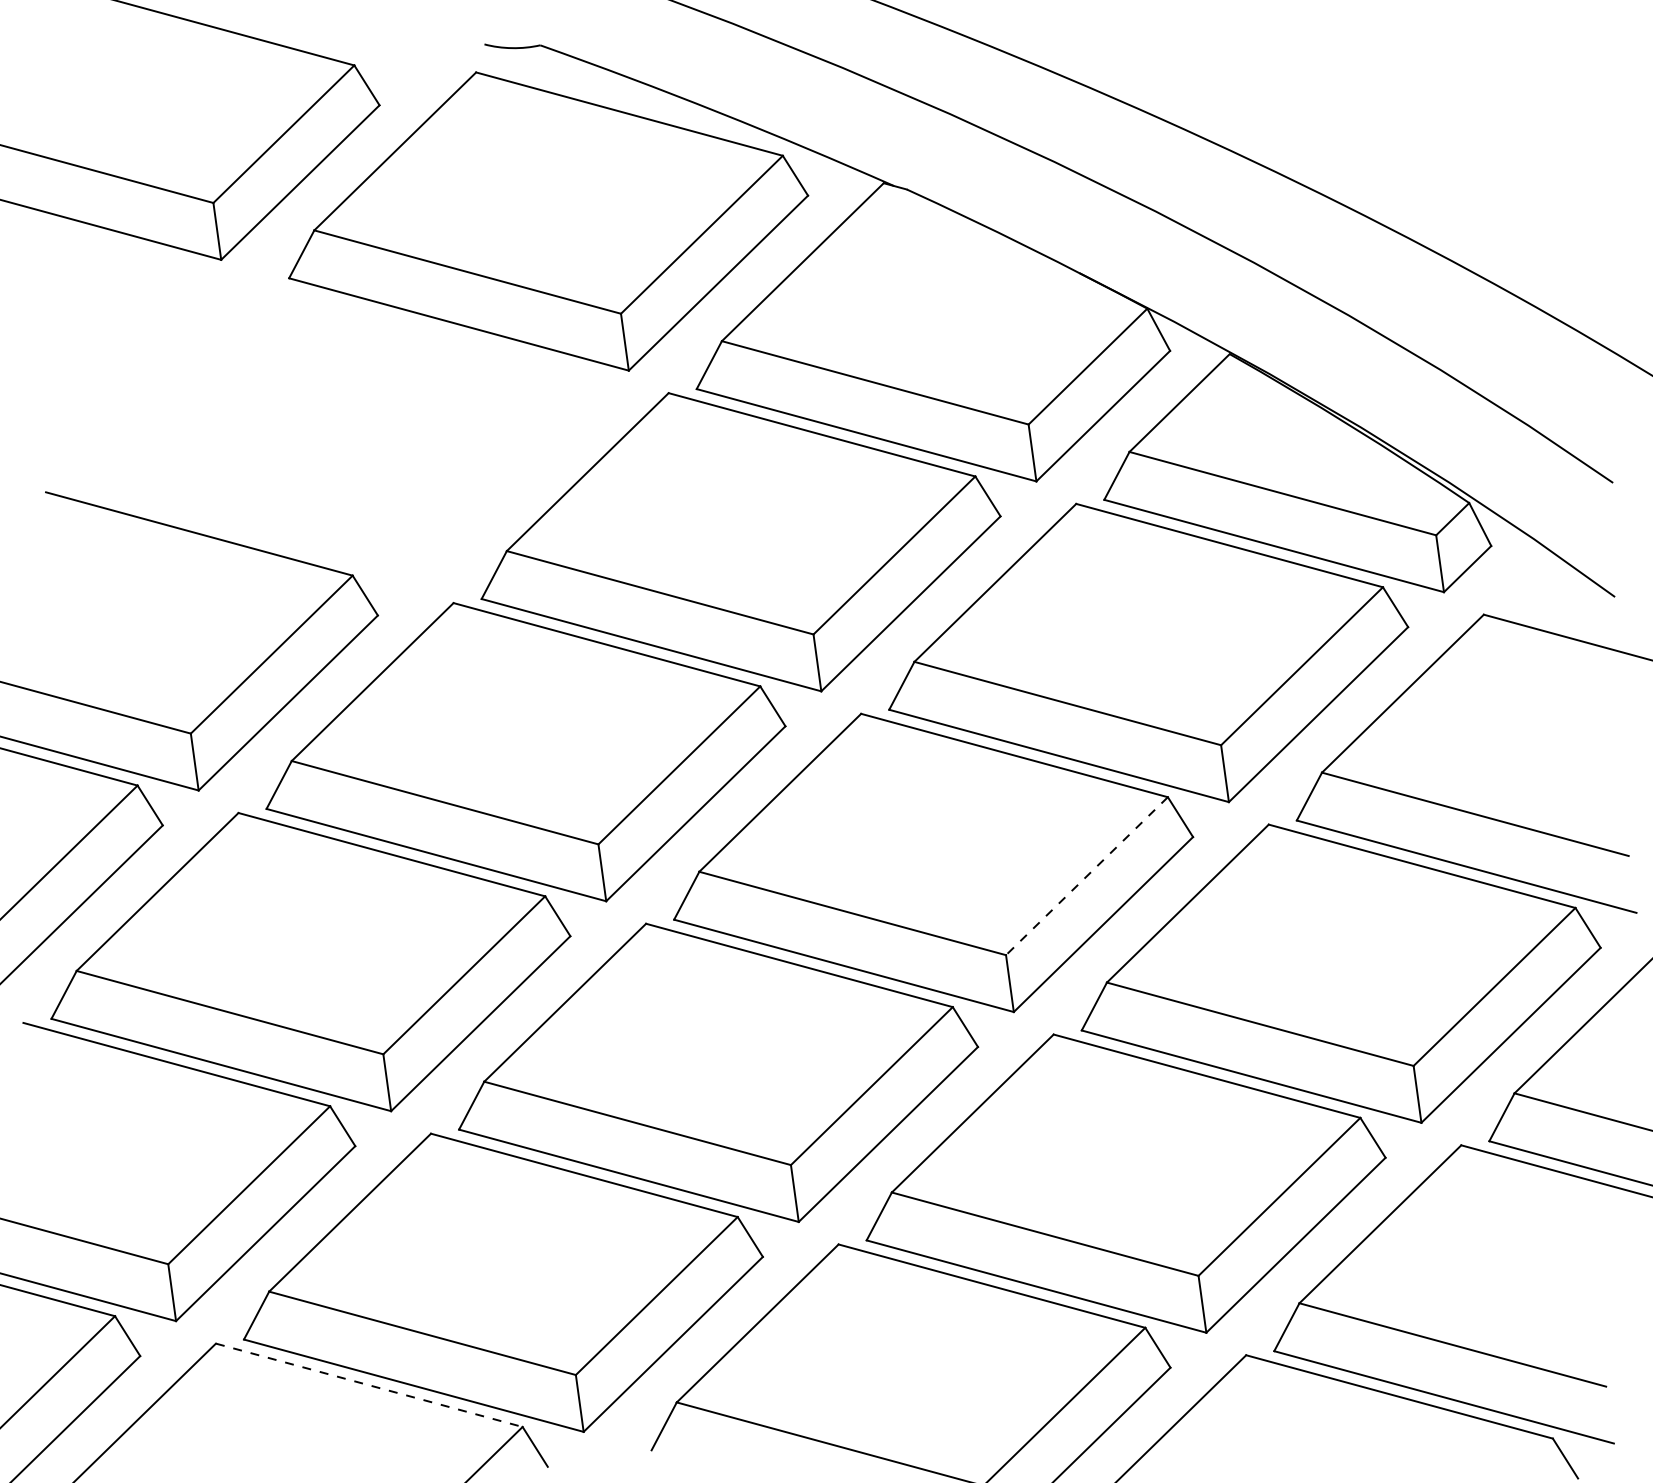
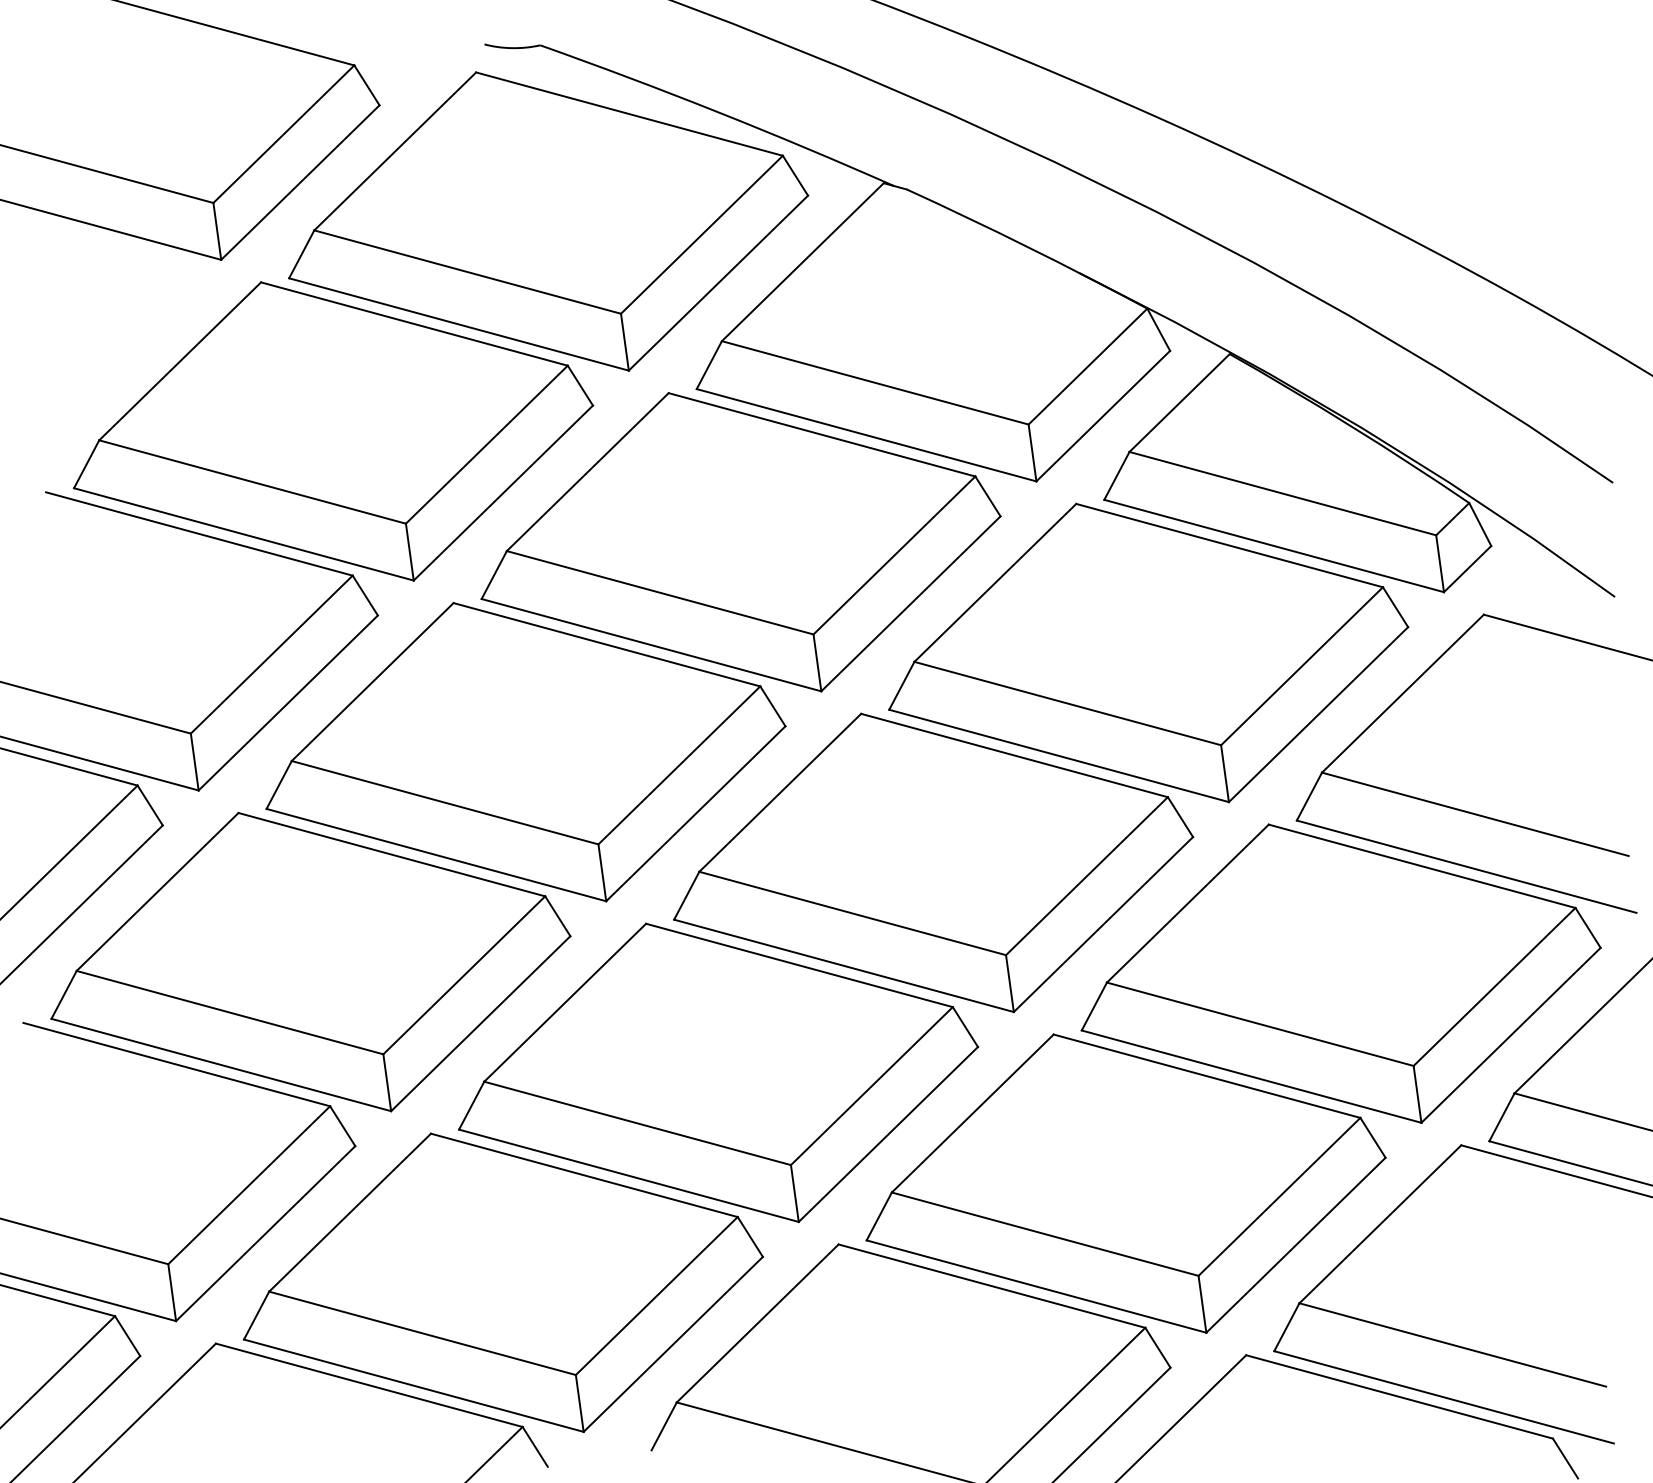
part at (333, 431): none -> present
line at (1086, 876): dashed -> solid
line at (369, 1385): dashed -> solid
